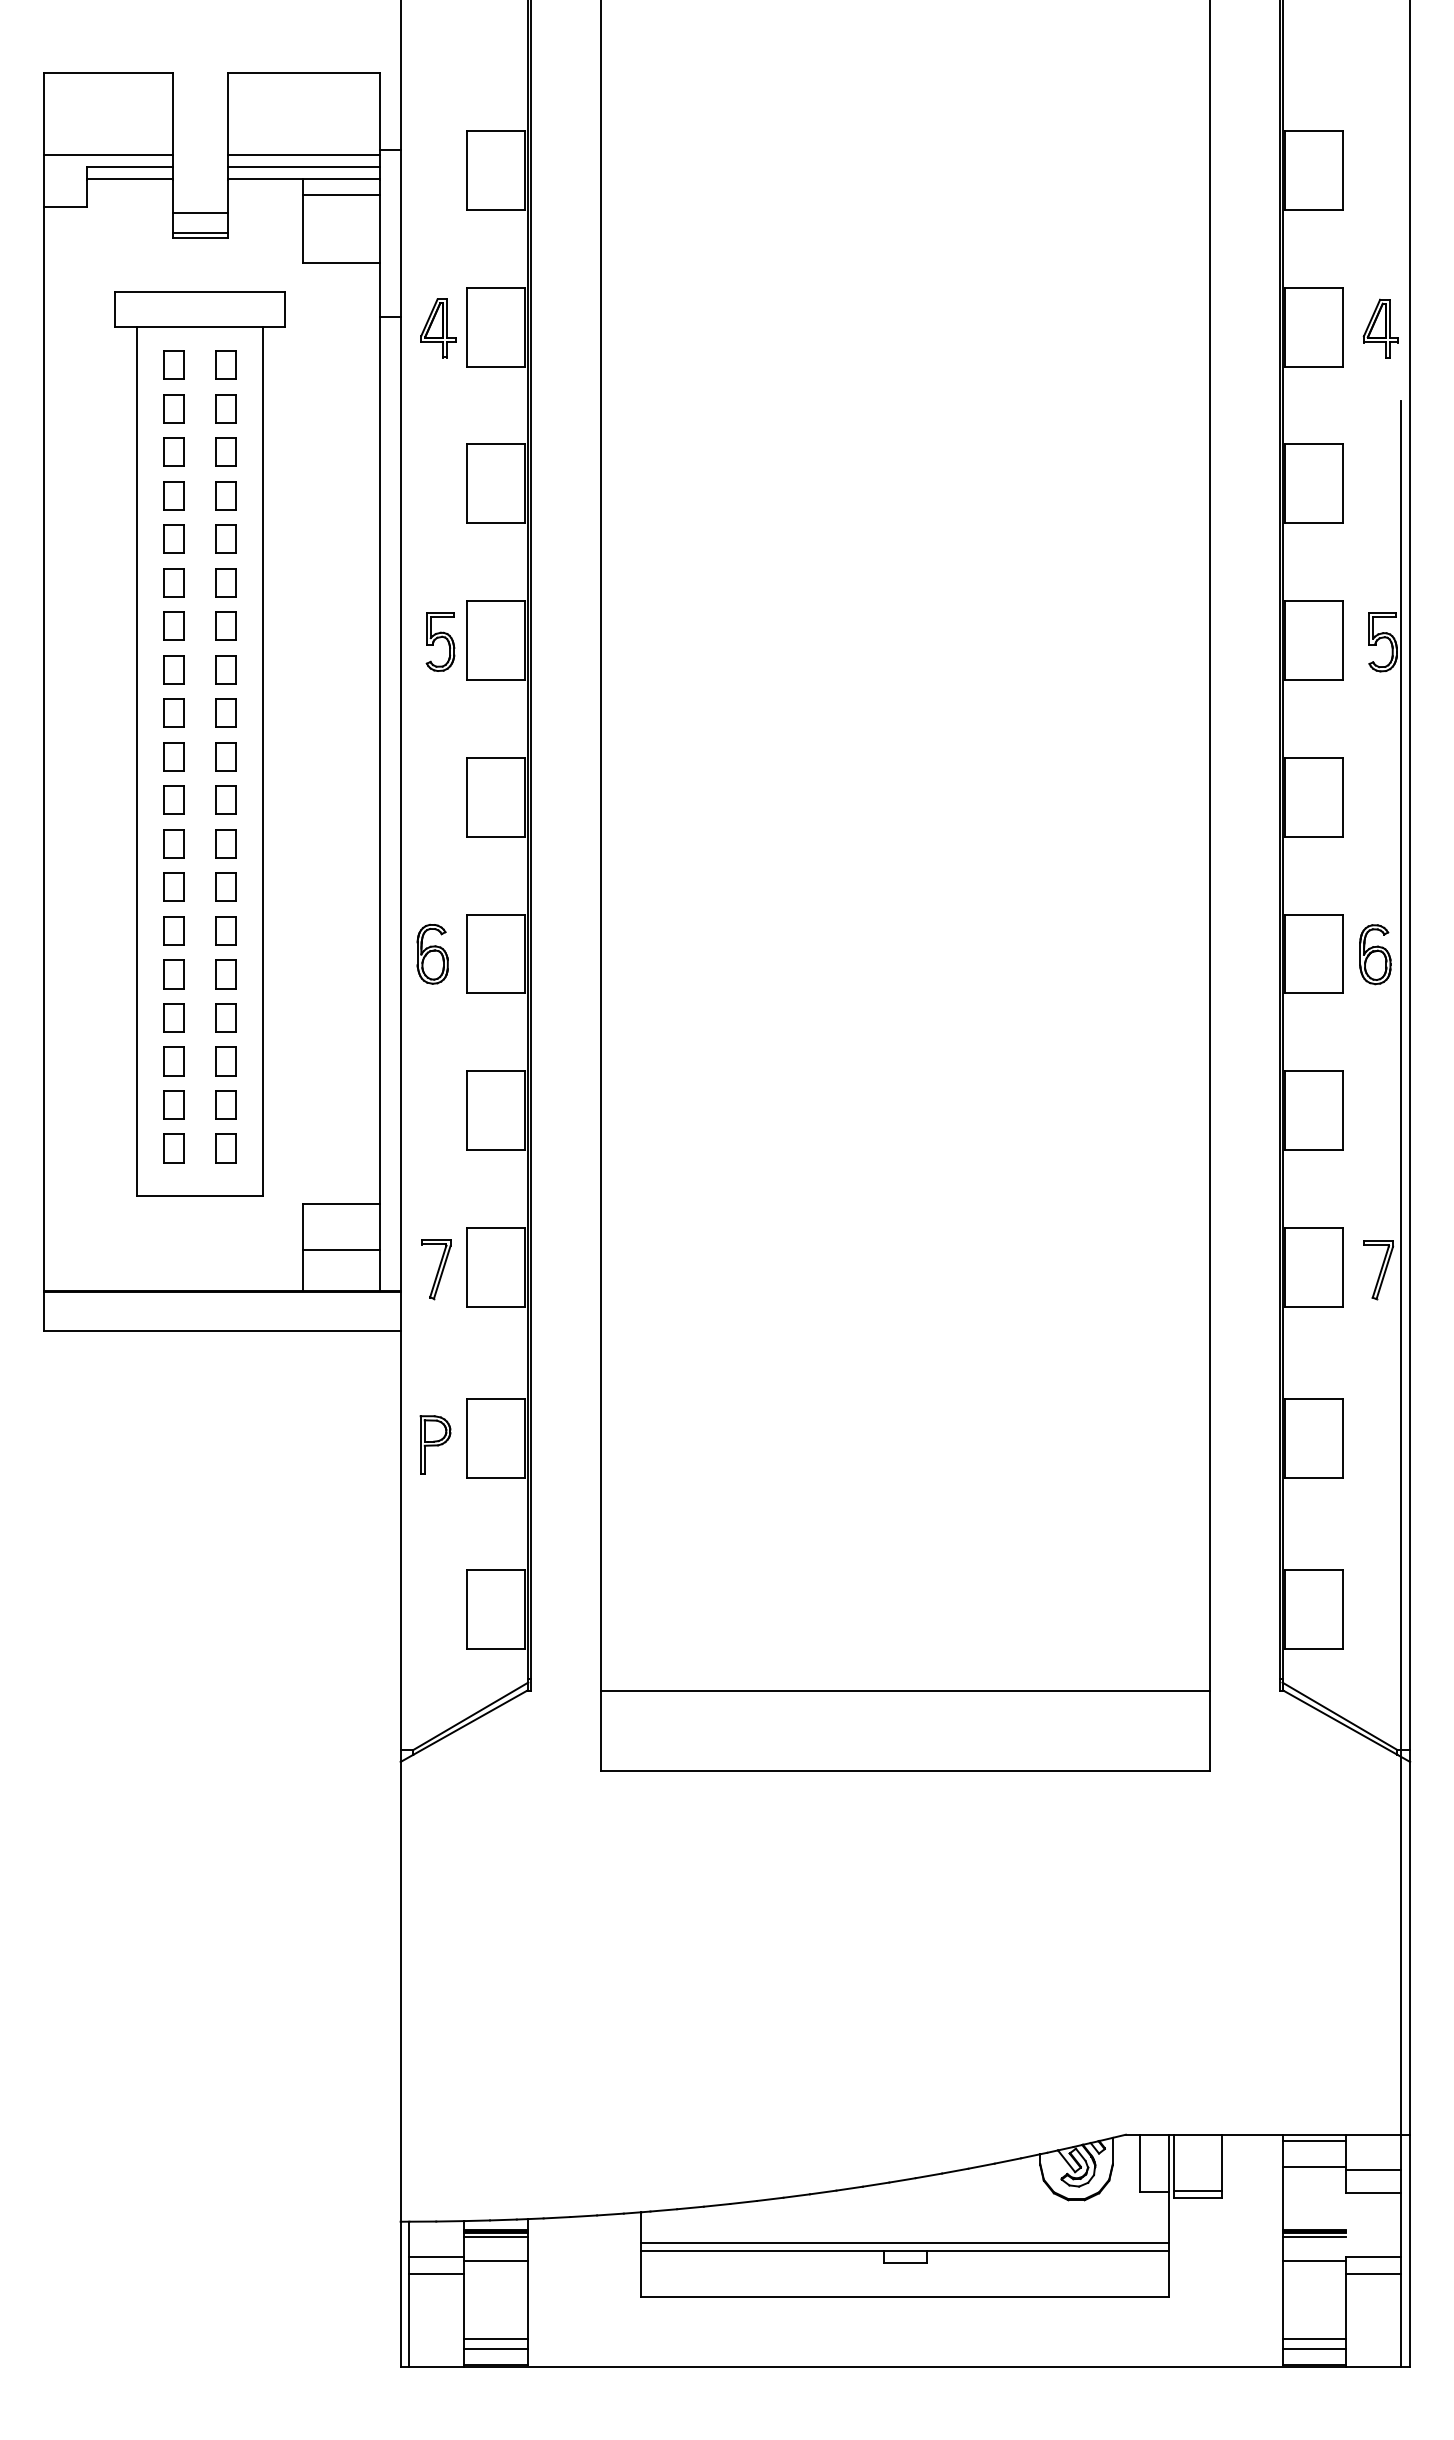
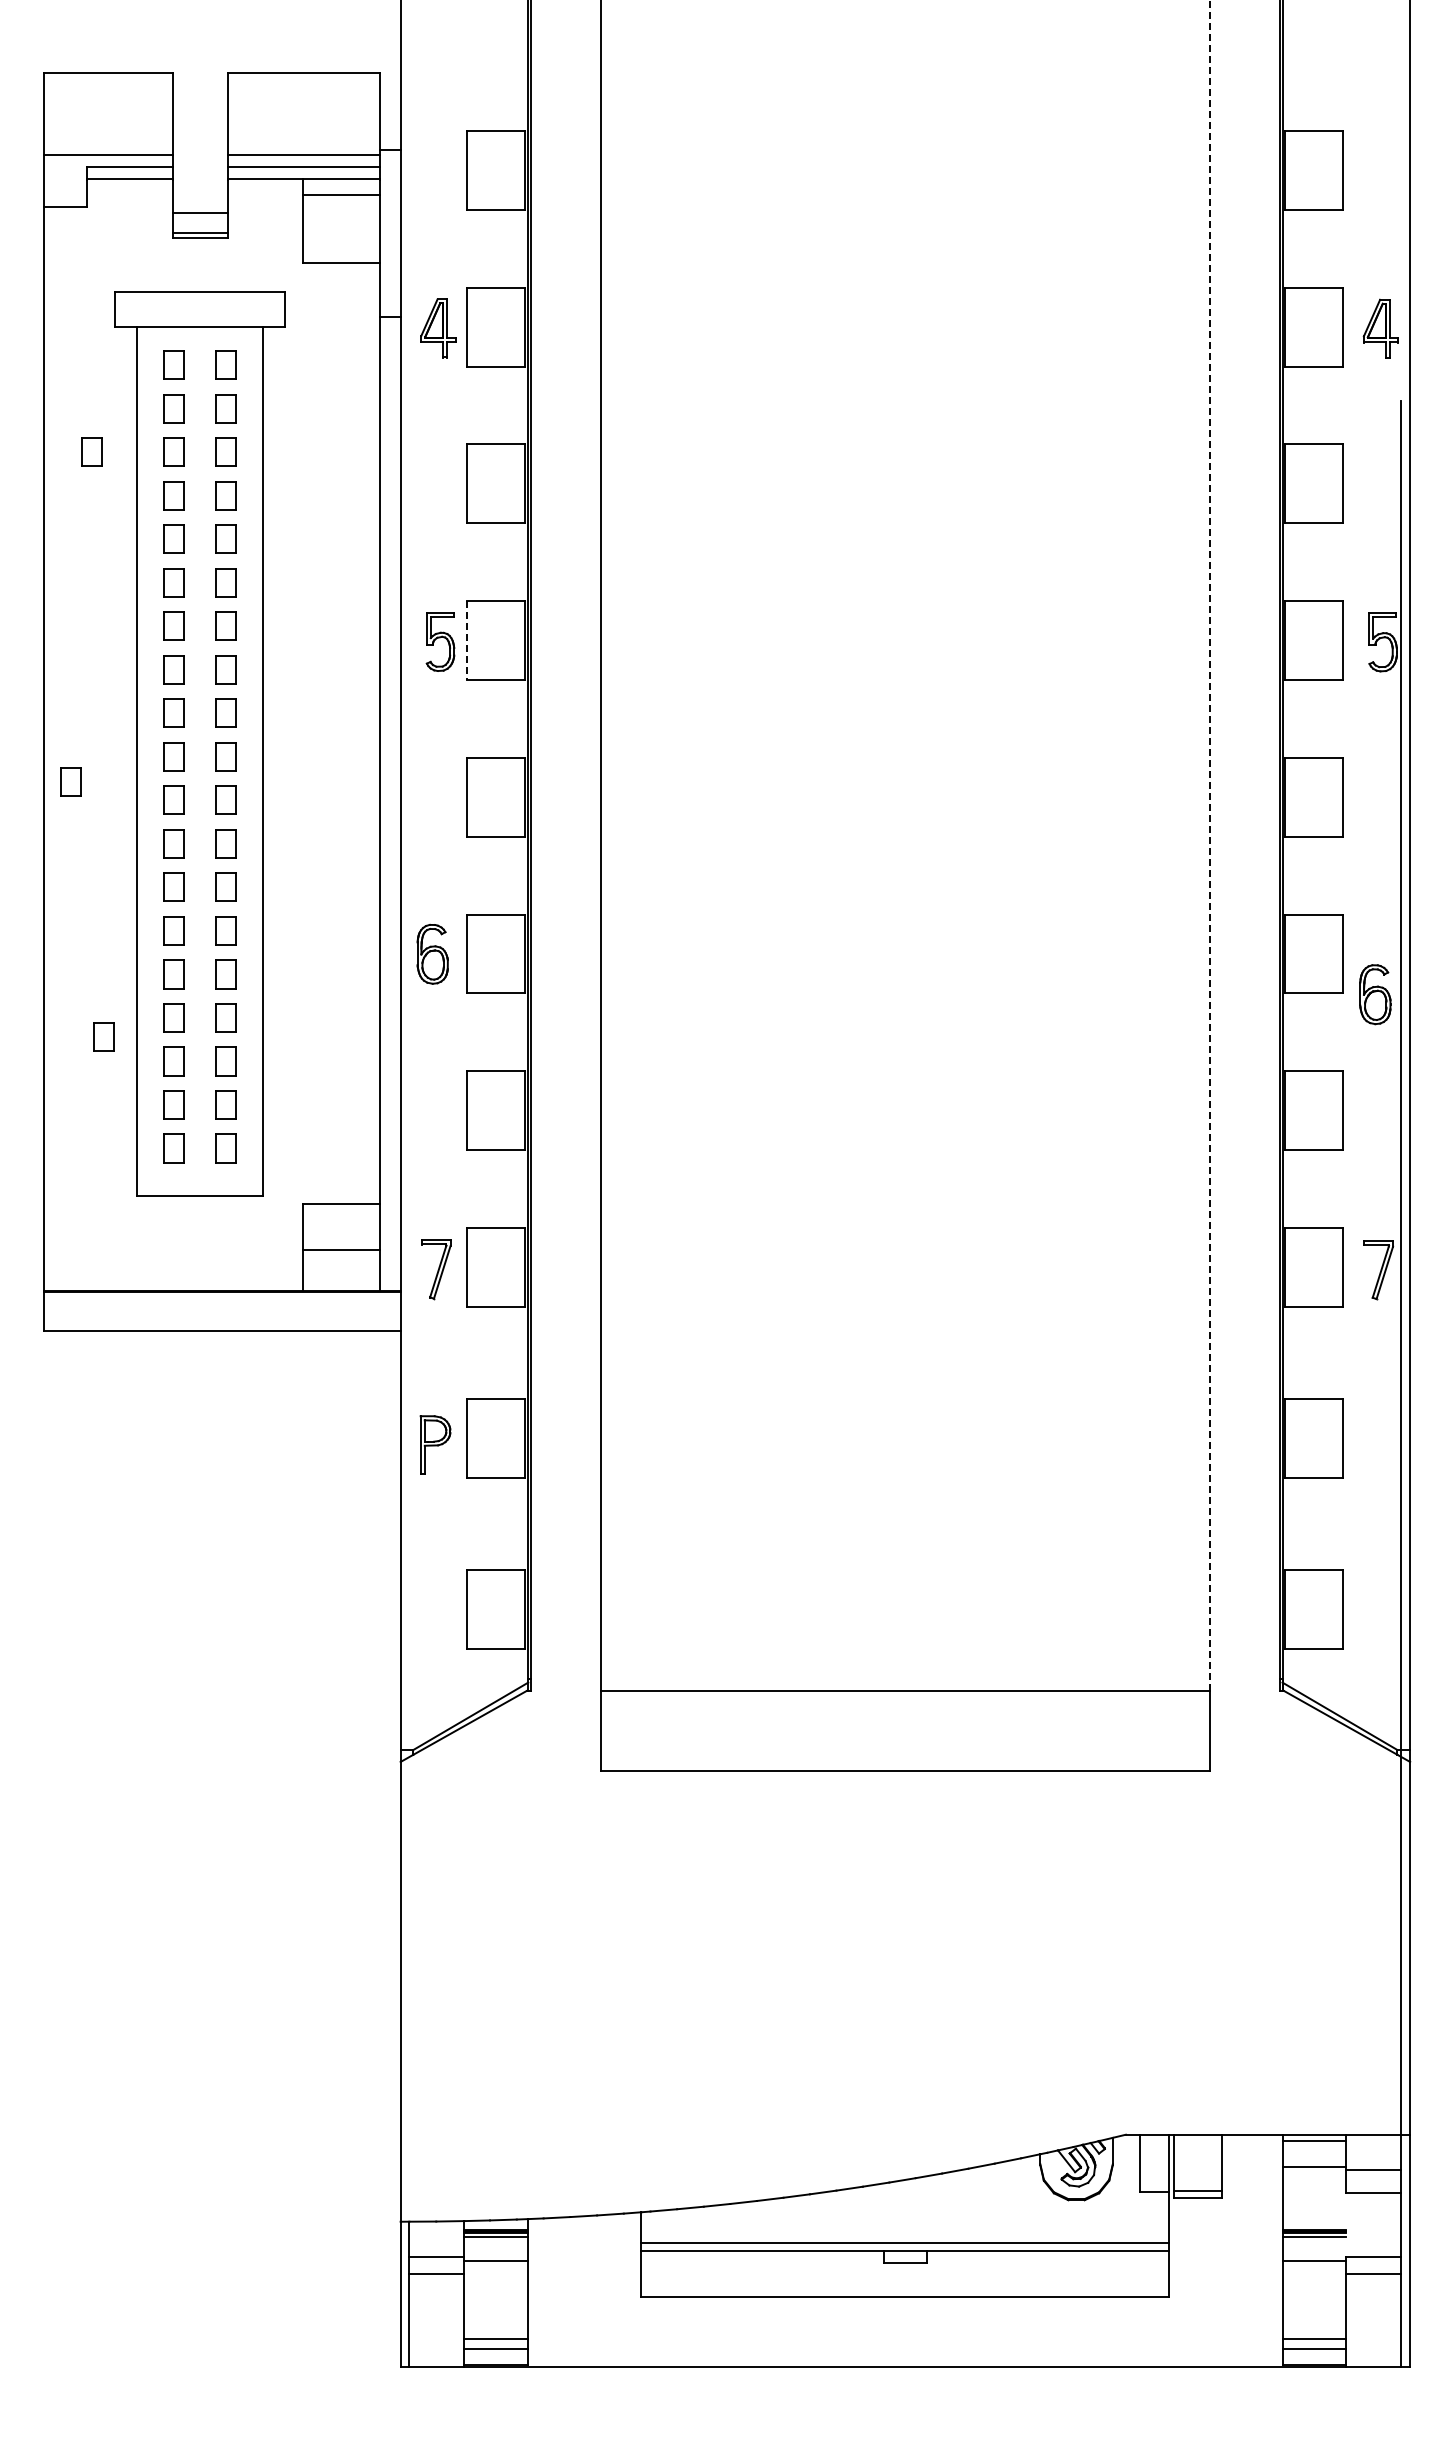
part at (91, 451): none -> present
line at (467, 641): solid -> dashed
part at (70, 781): none -> present
line at (1209, 845): solid -> dashed
part at (1375, 954) position: (1375, 954) -> (1375, 994)
part at (103, 1036): none -> present
